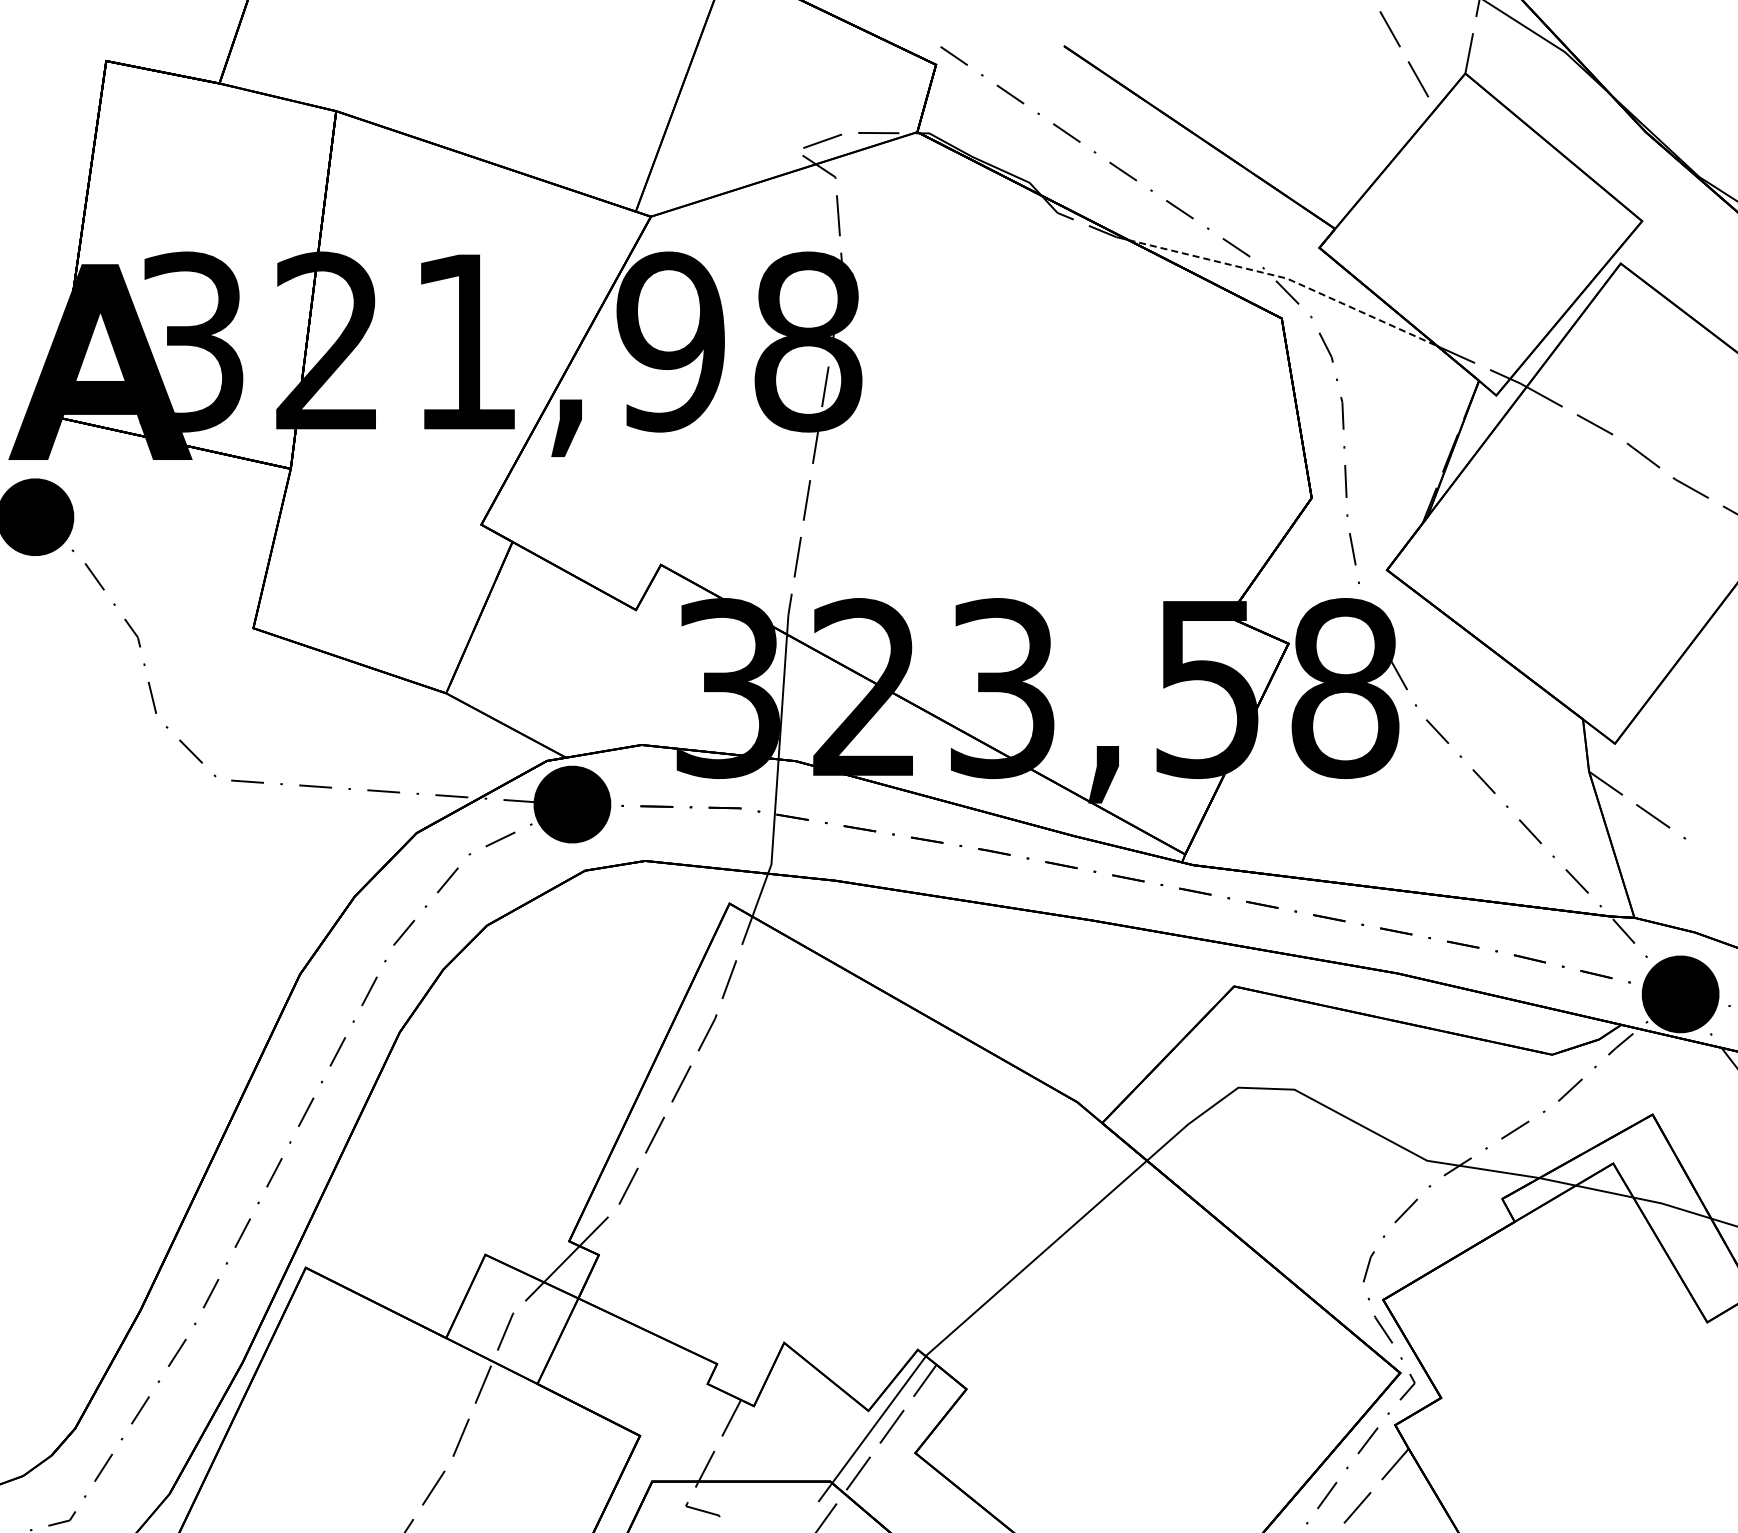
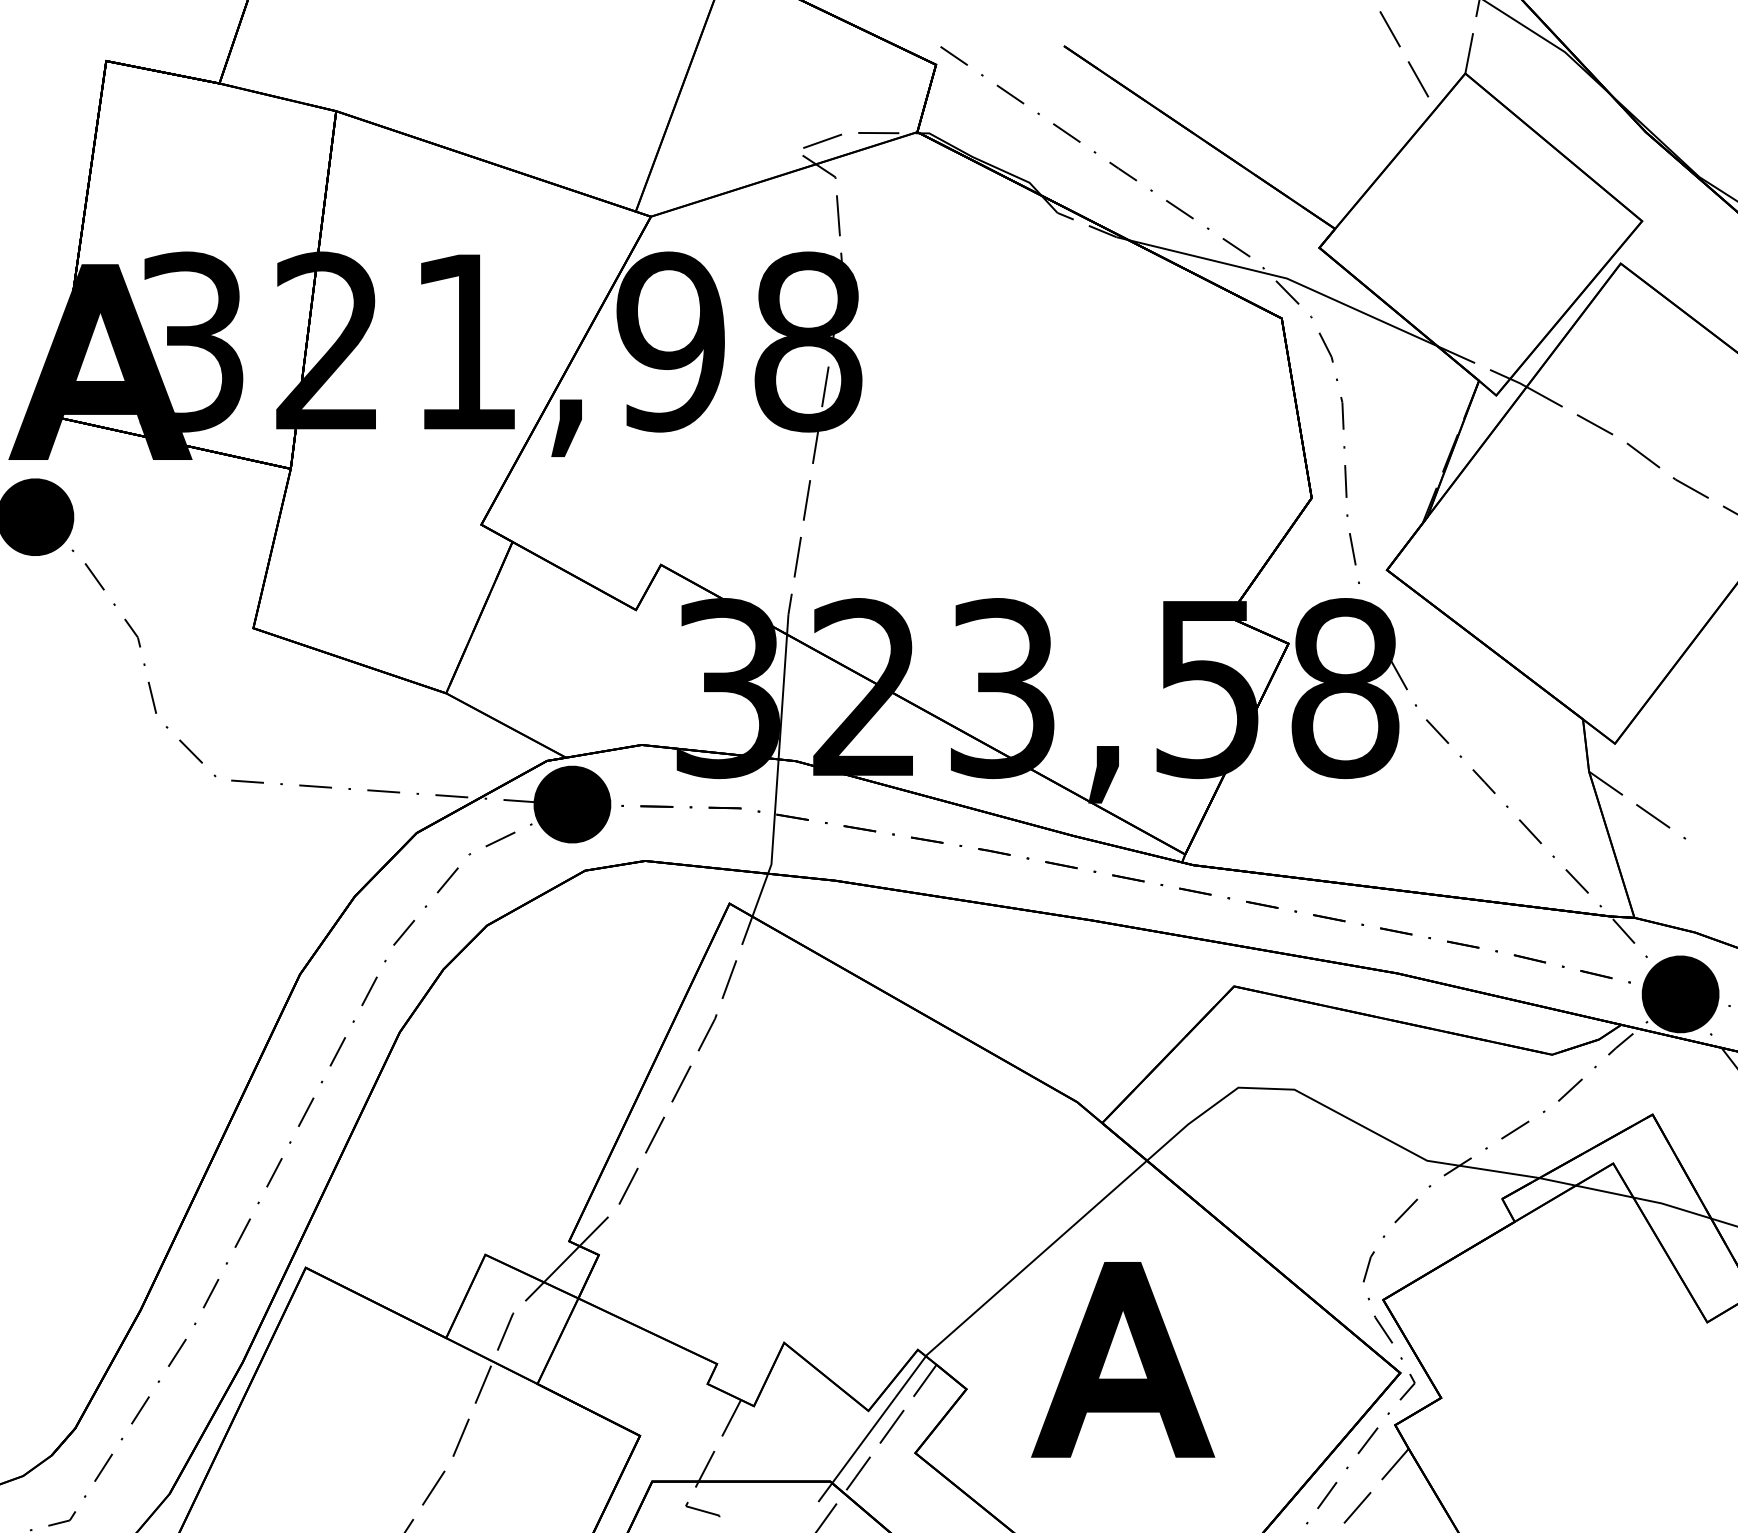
line at (1287, 278): dashed -> solid
part at (1123, 1359): none -> present
